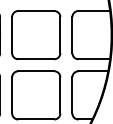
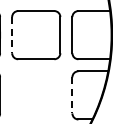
line at (12, 35): solid -> dashed
part at (36, 95): present -> none
line at (72, 95): solid -> dashed
